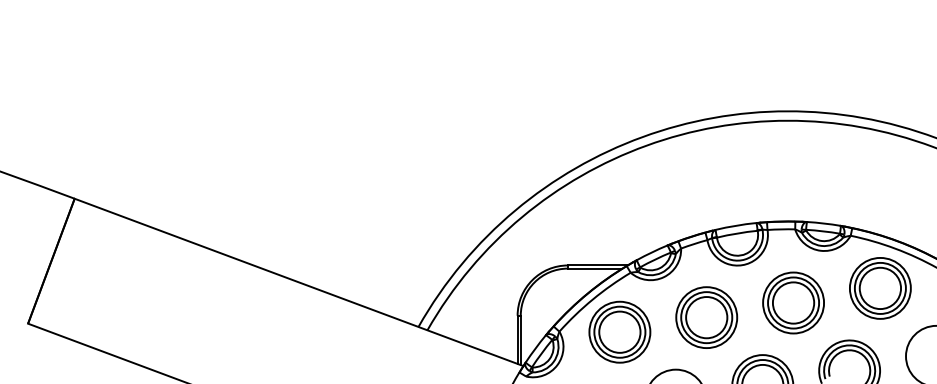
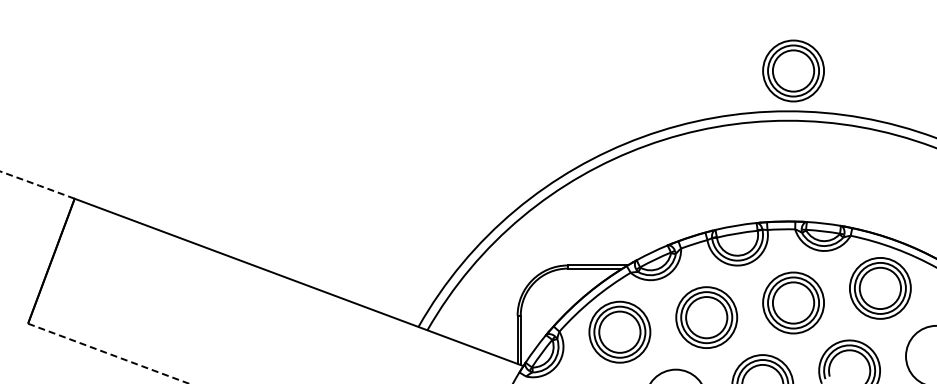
part at (793, 70): none -> present
arc at (37, 185): solid -> dashed
line at (108, 353): solid -> dashed
